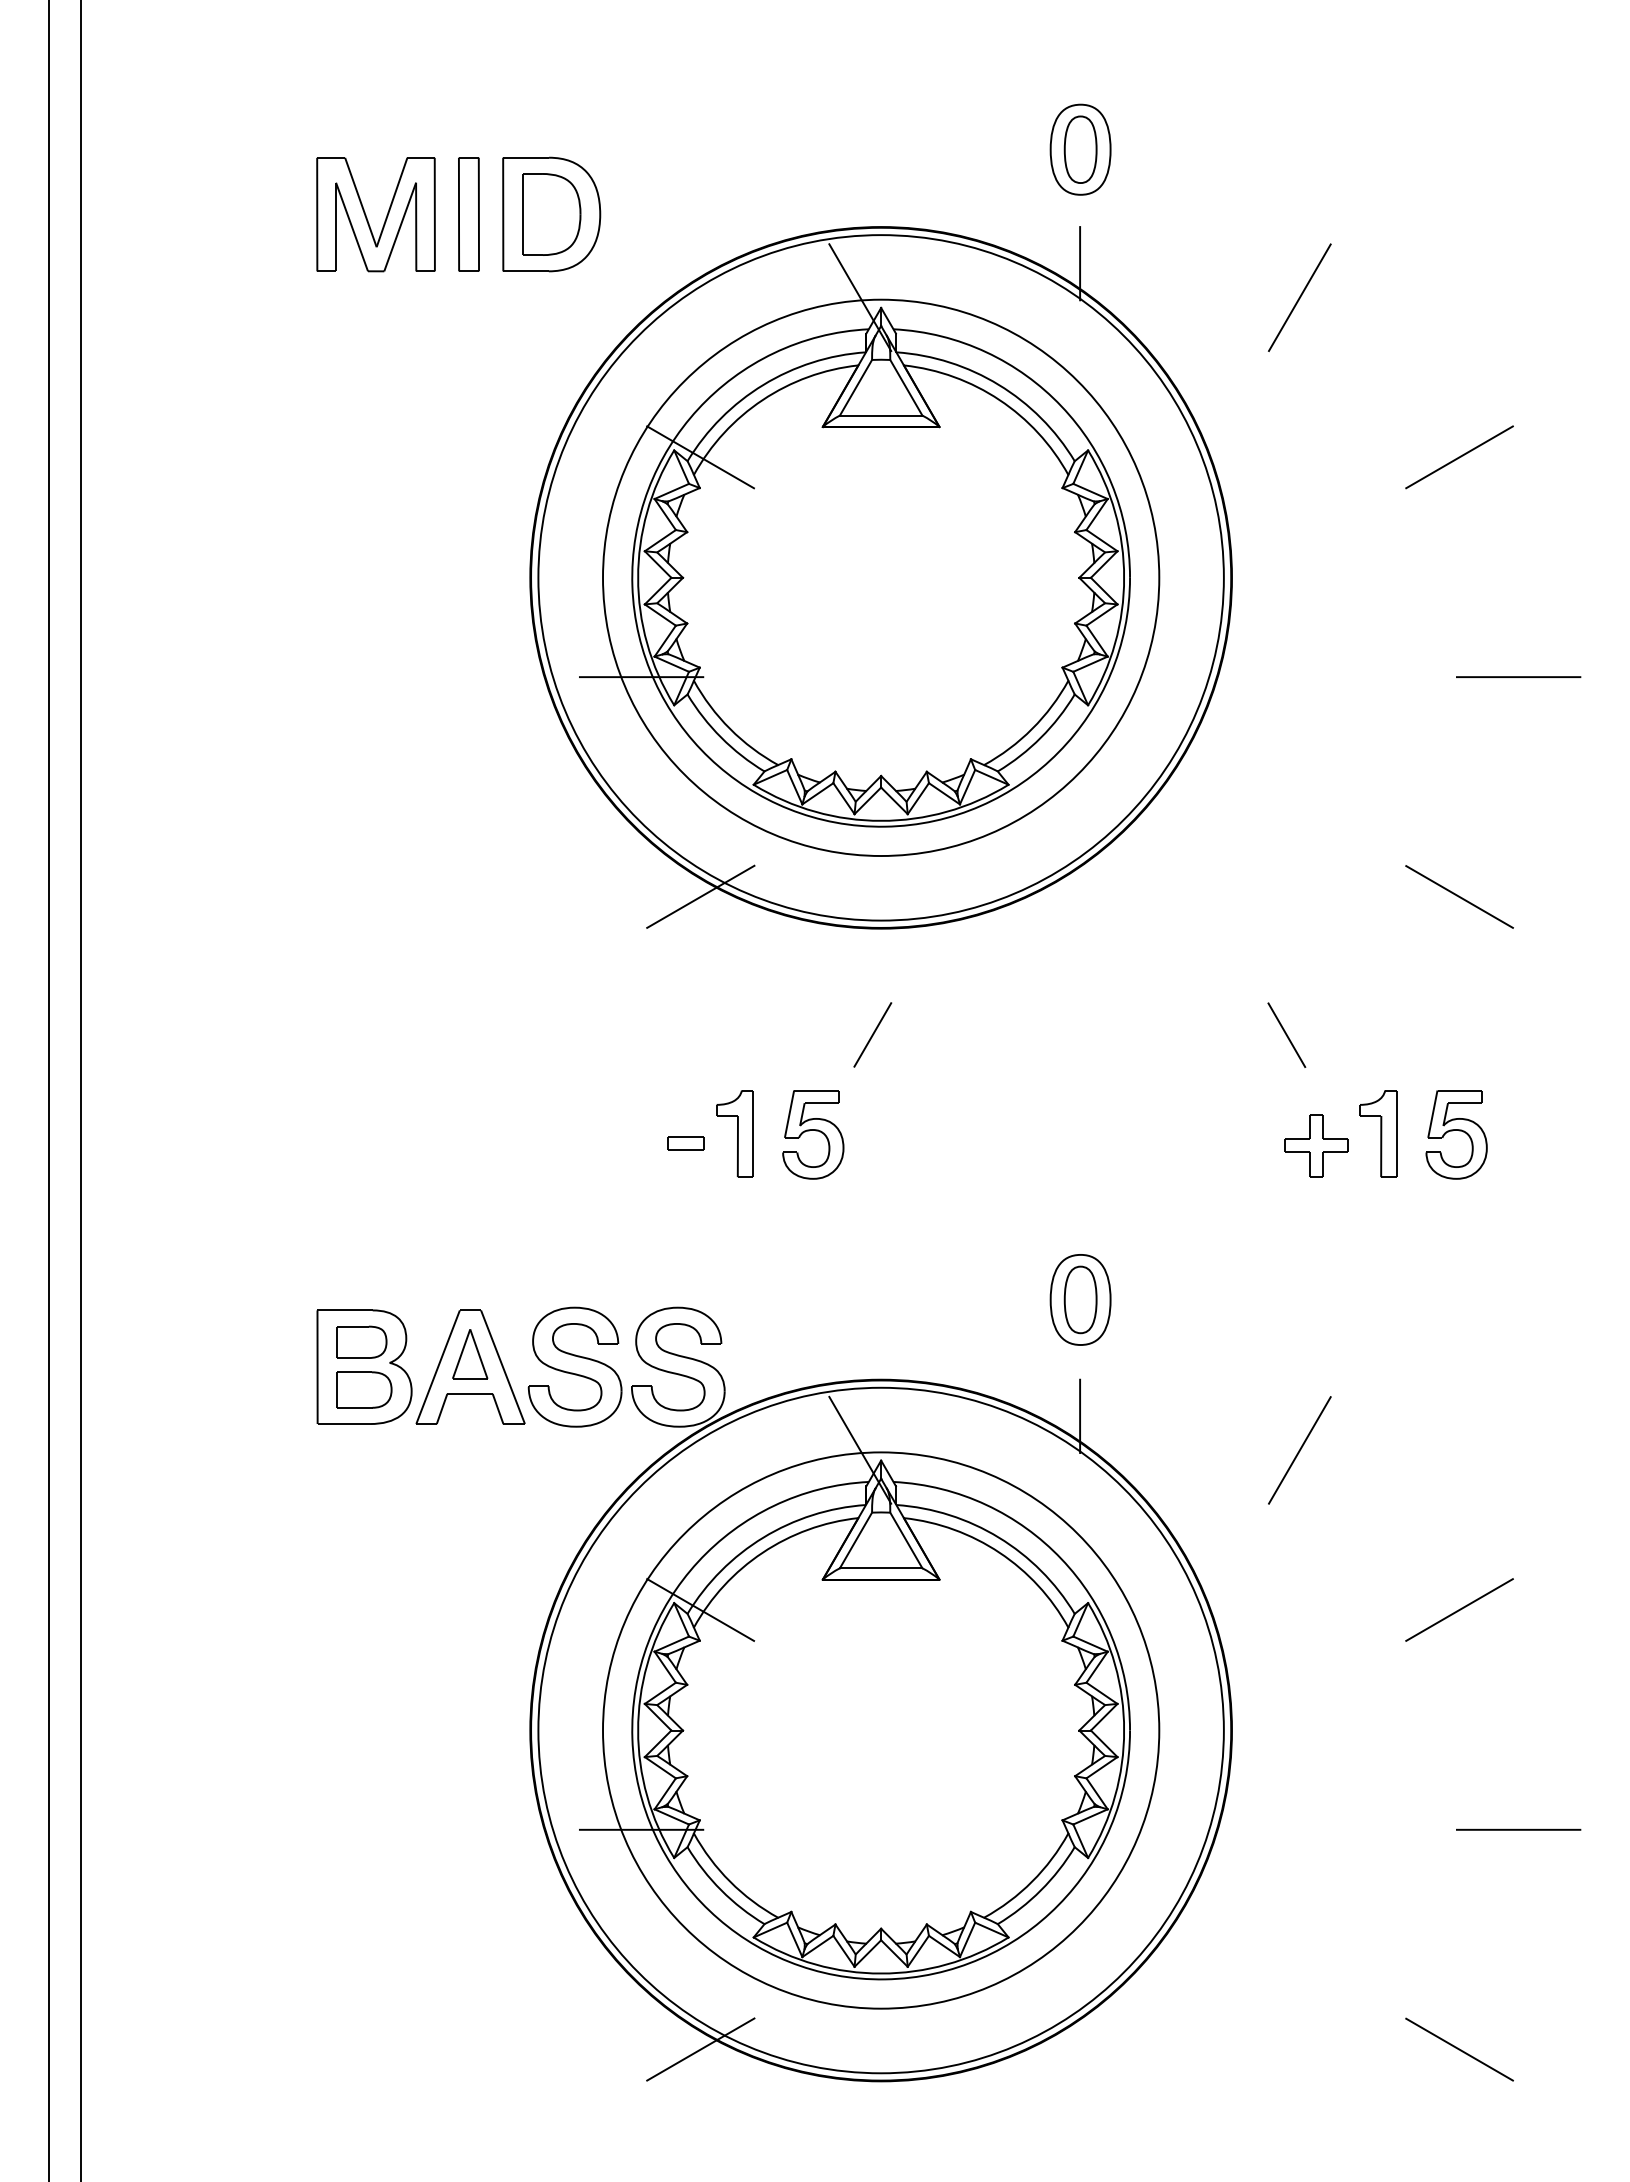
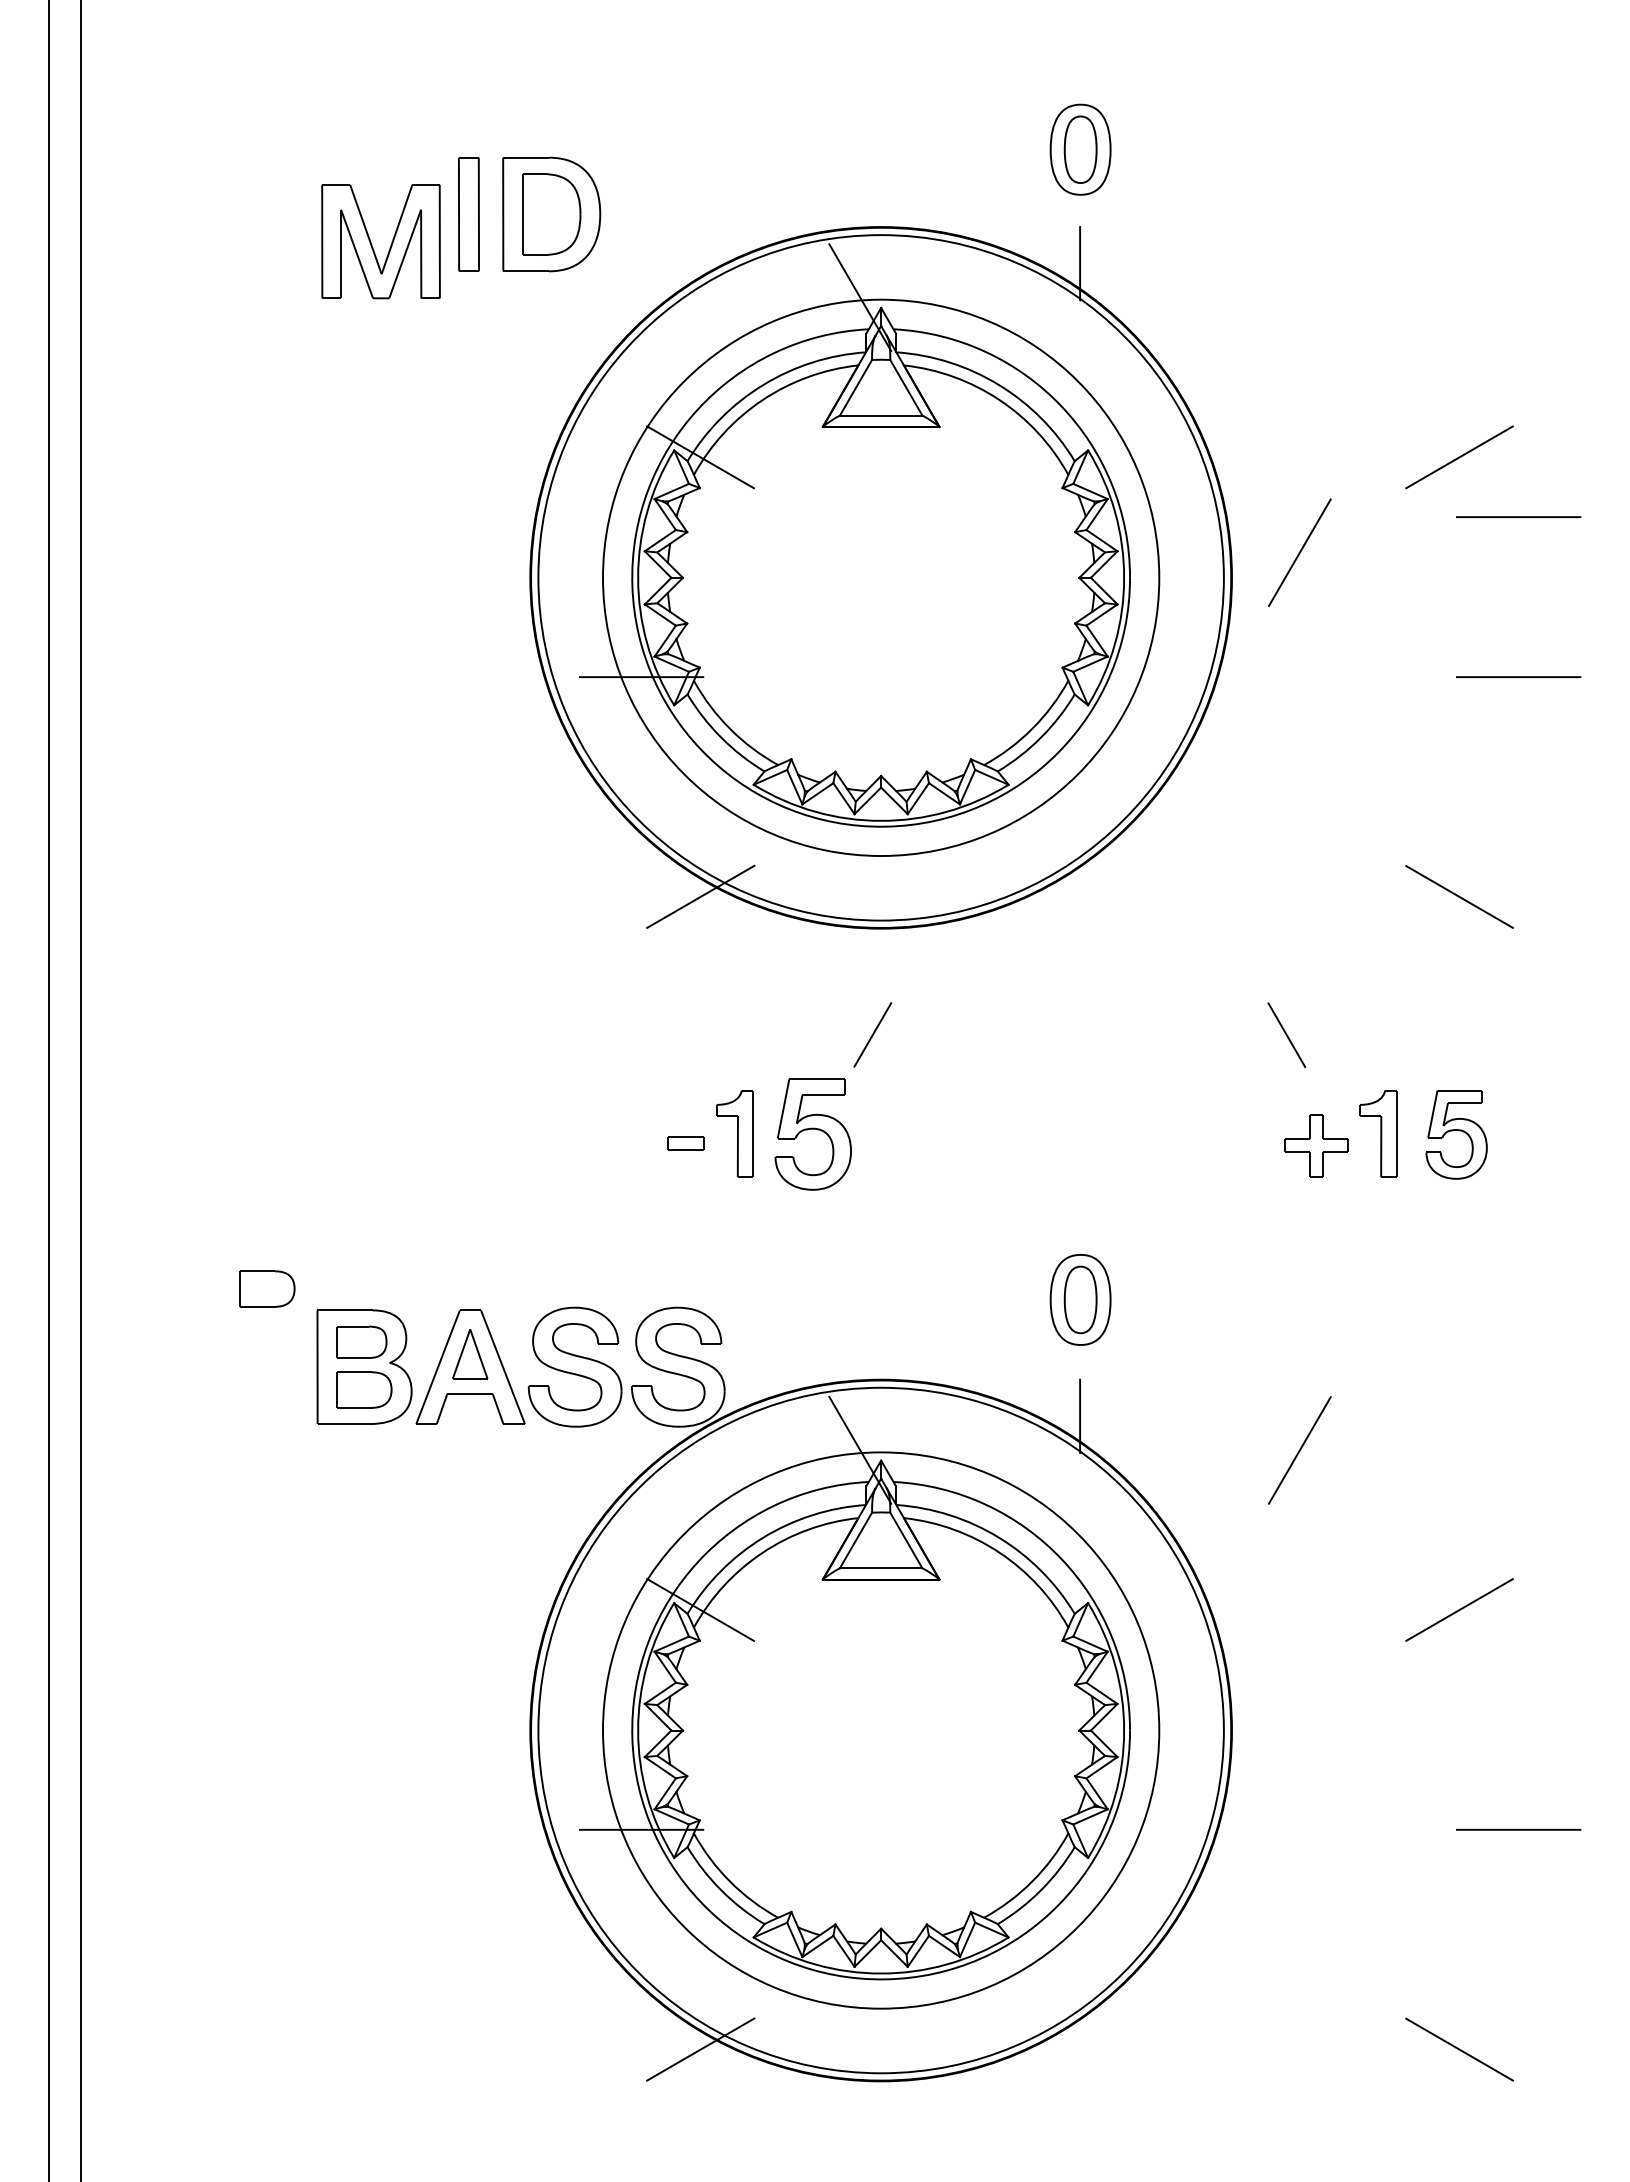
part at (367, 217) position: (367, 217) -> (372, 244)
line at (1299, 297) position: (1299, 297) -> (1299, 552)
line at (1518, 516): none -> present
part at (813, 1134) size: 63x90 px -> 78x113 px
part at (267, 1288): none -> present
